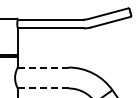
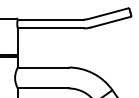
line at (43, 67): dashed -> solid
line at (43, 88): dashed -> solid
